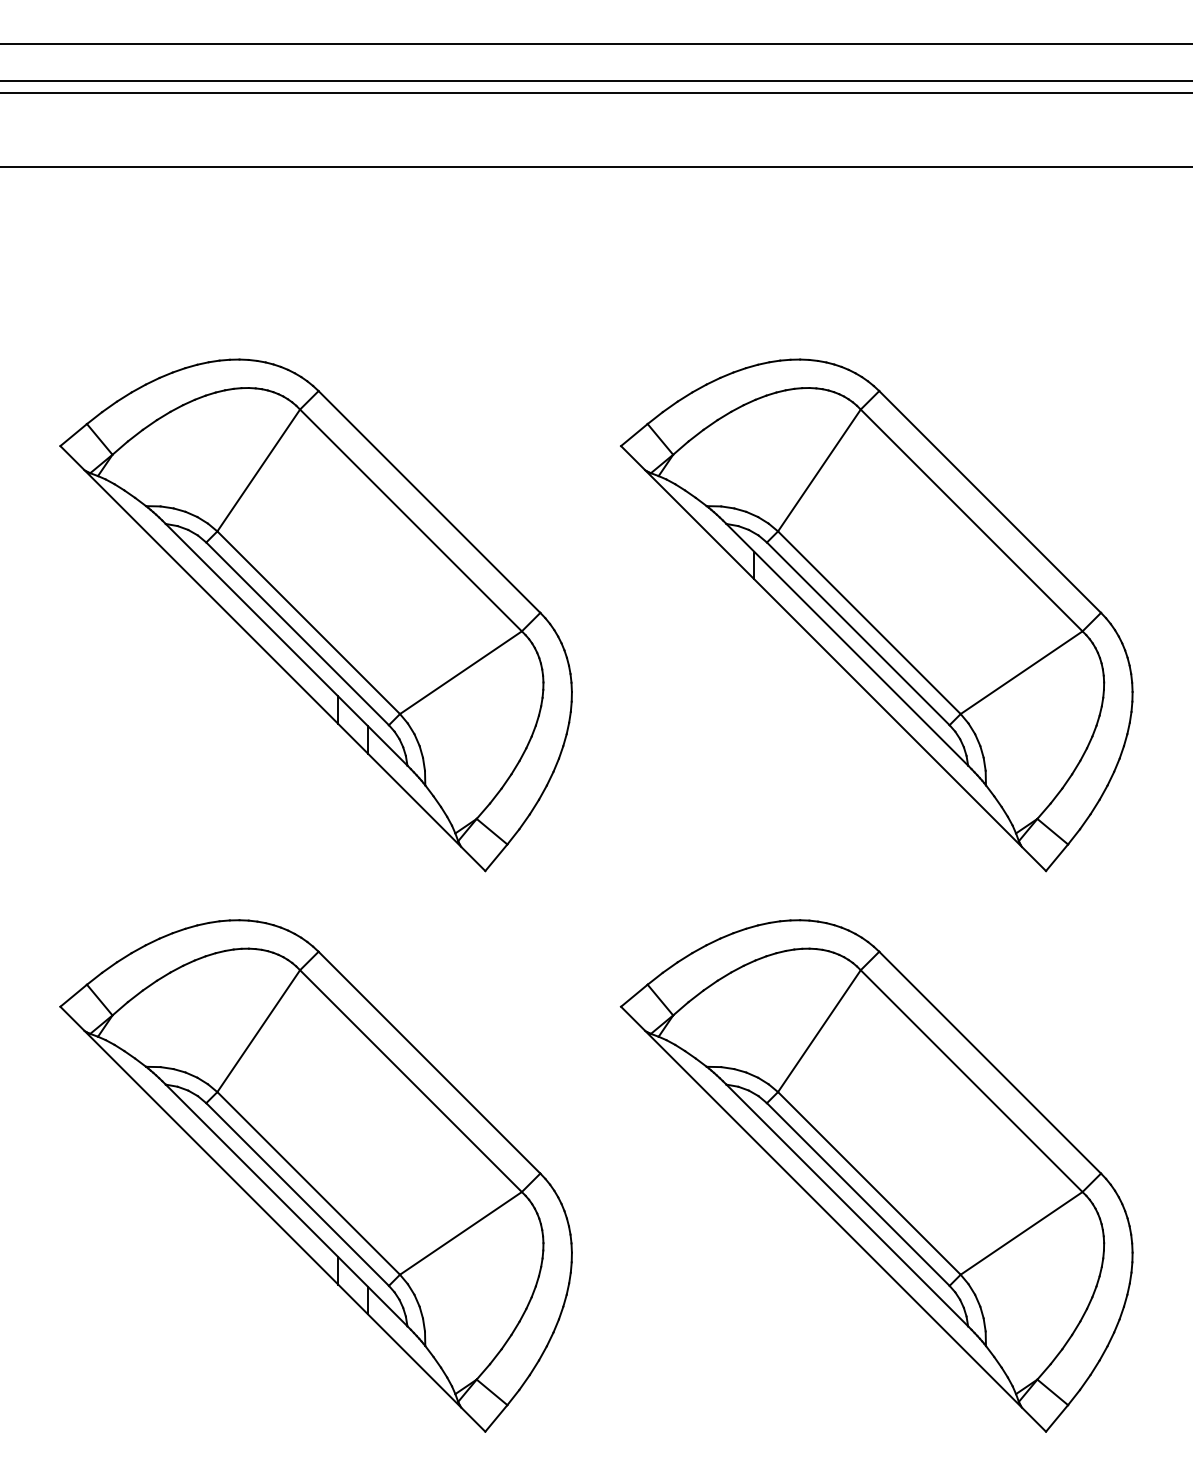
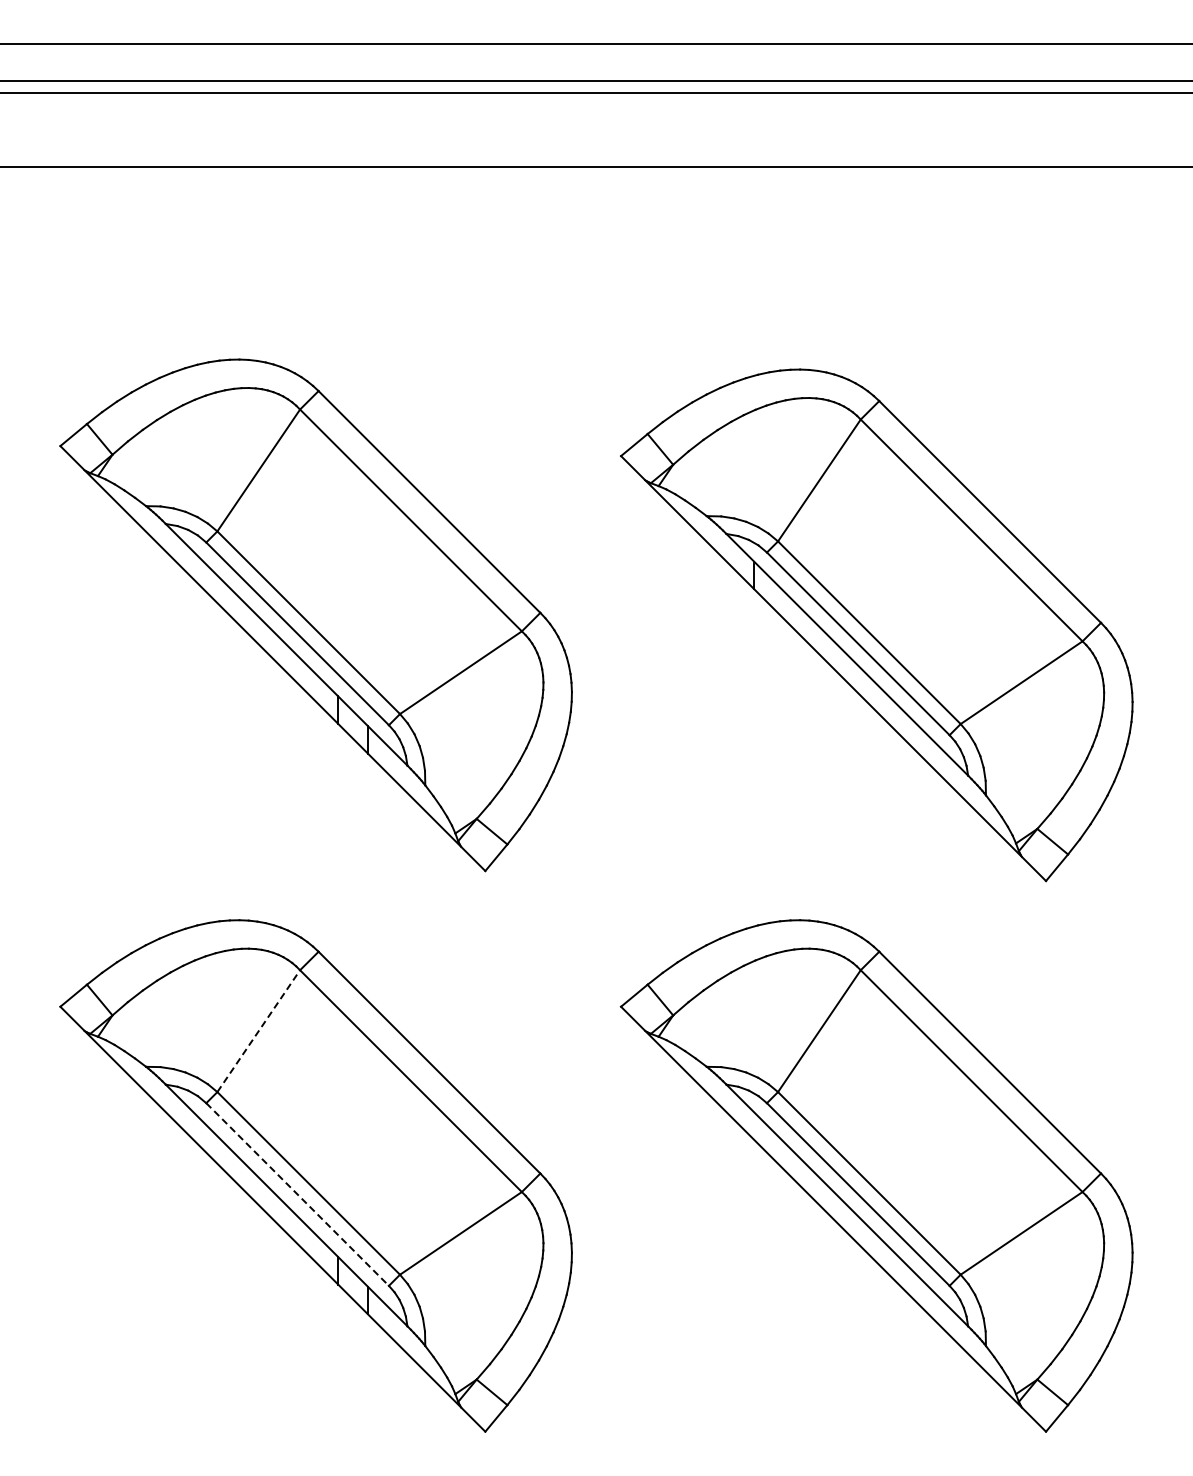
part at (876, 615) position: (876, 615) -> (876, 625)
line at (258, 1031): solid -> dashed
line at (297, 1194): solid -> dashed
